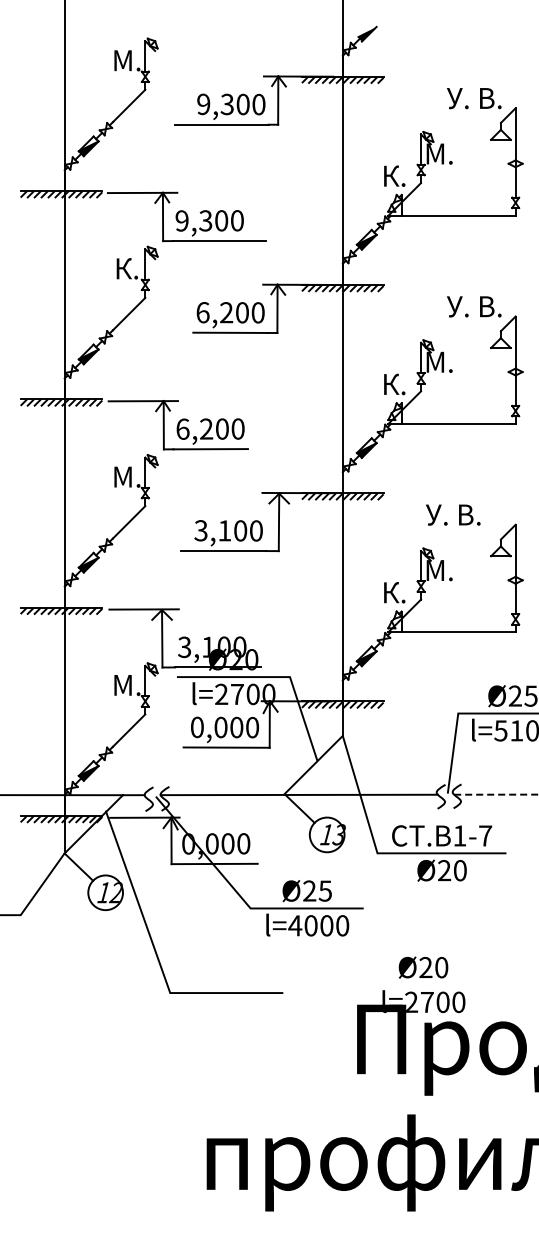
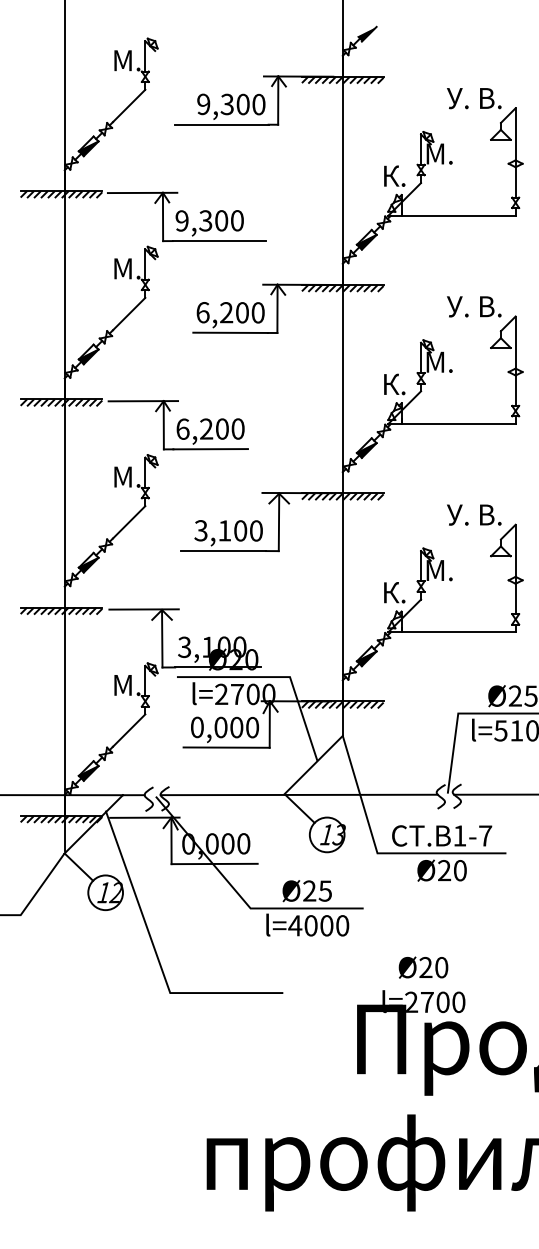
text at (127, 268): К. -> М.
text at (453, 514) position: (453, 514) -> (474, 514)
line at (496, 794): dashed -> solid
